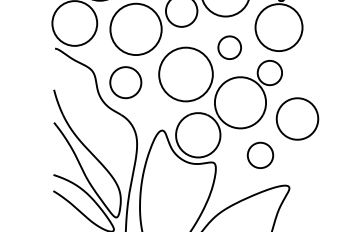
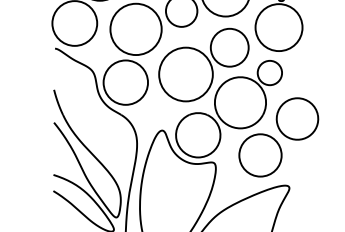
circle at (229, 47) diameter: 23 px -> 38 px
circle at (125, 82) diameter: 31 px -> 44 px
circle at (260, 155) diameter: 25 px -> 42 px
